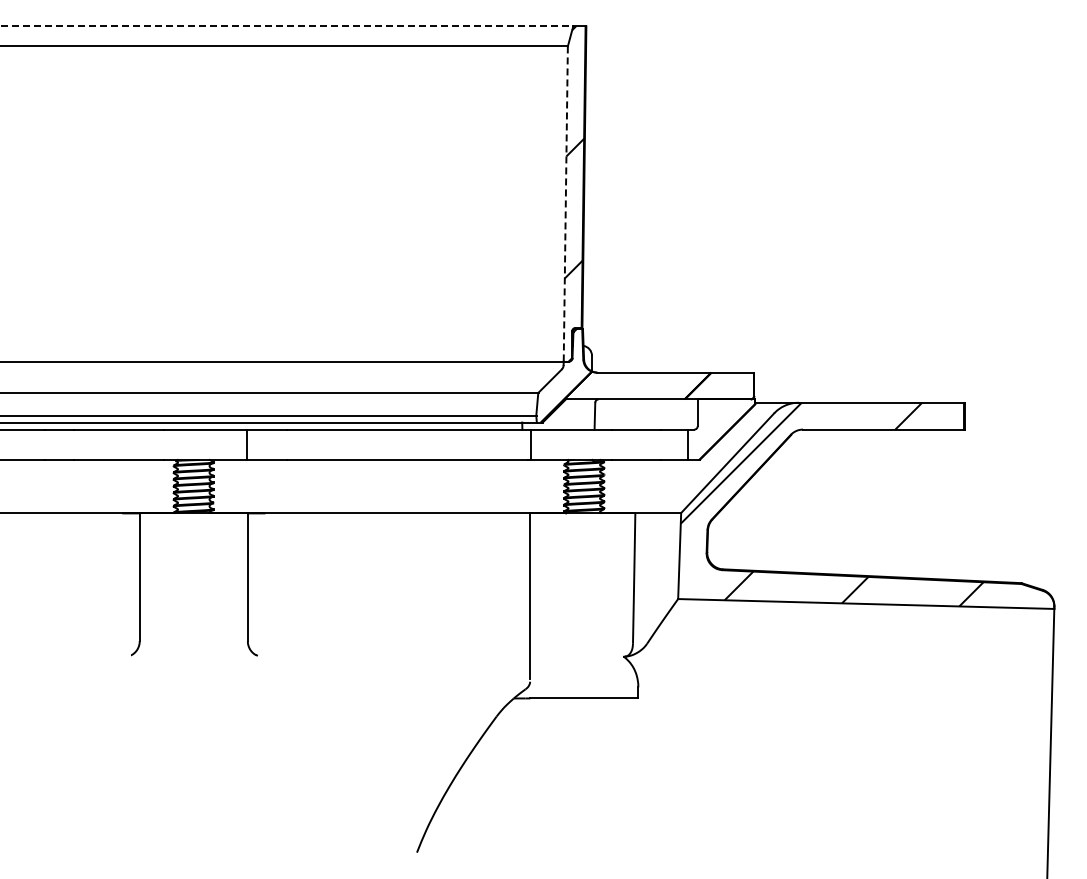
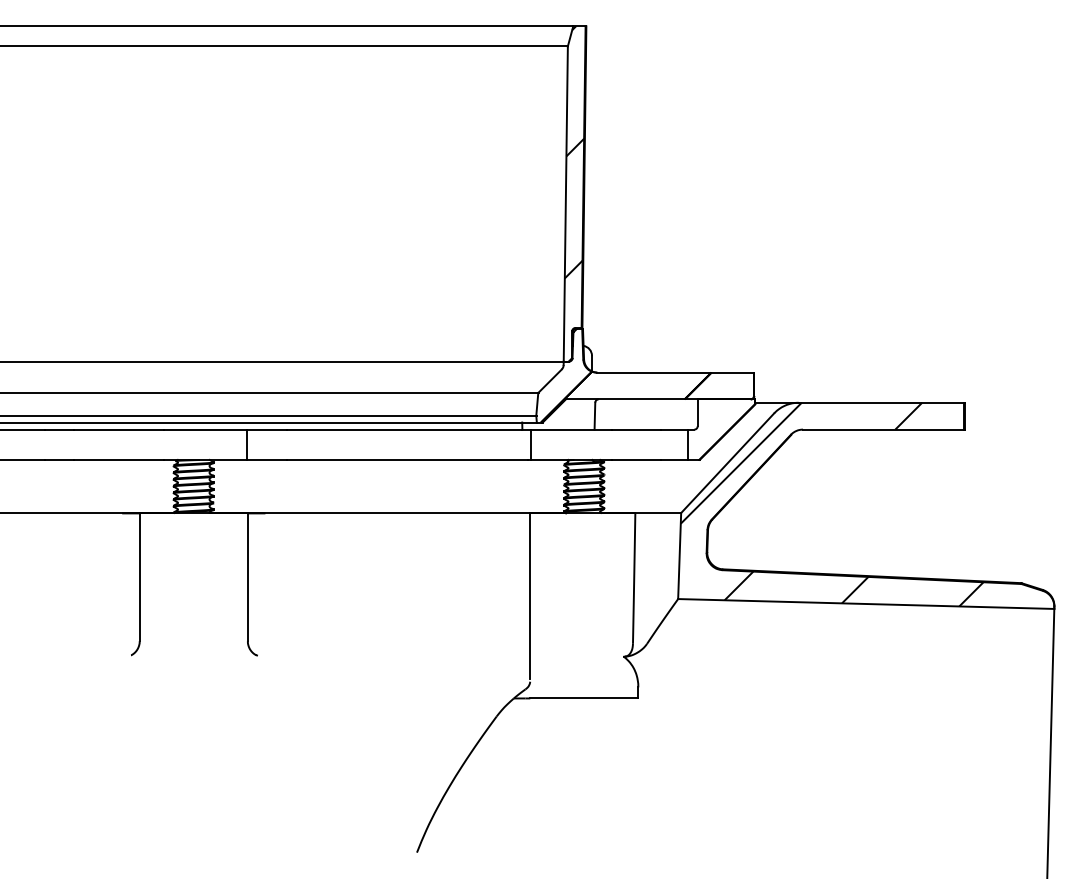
line at (287, 26): dashed -> solid
line at (565, 204): dashed -> solid
